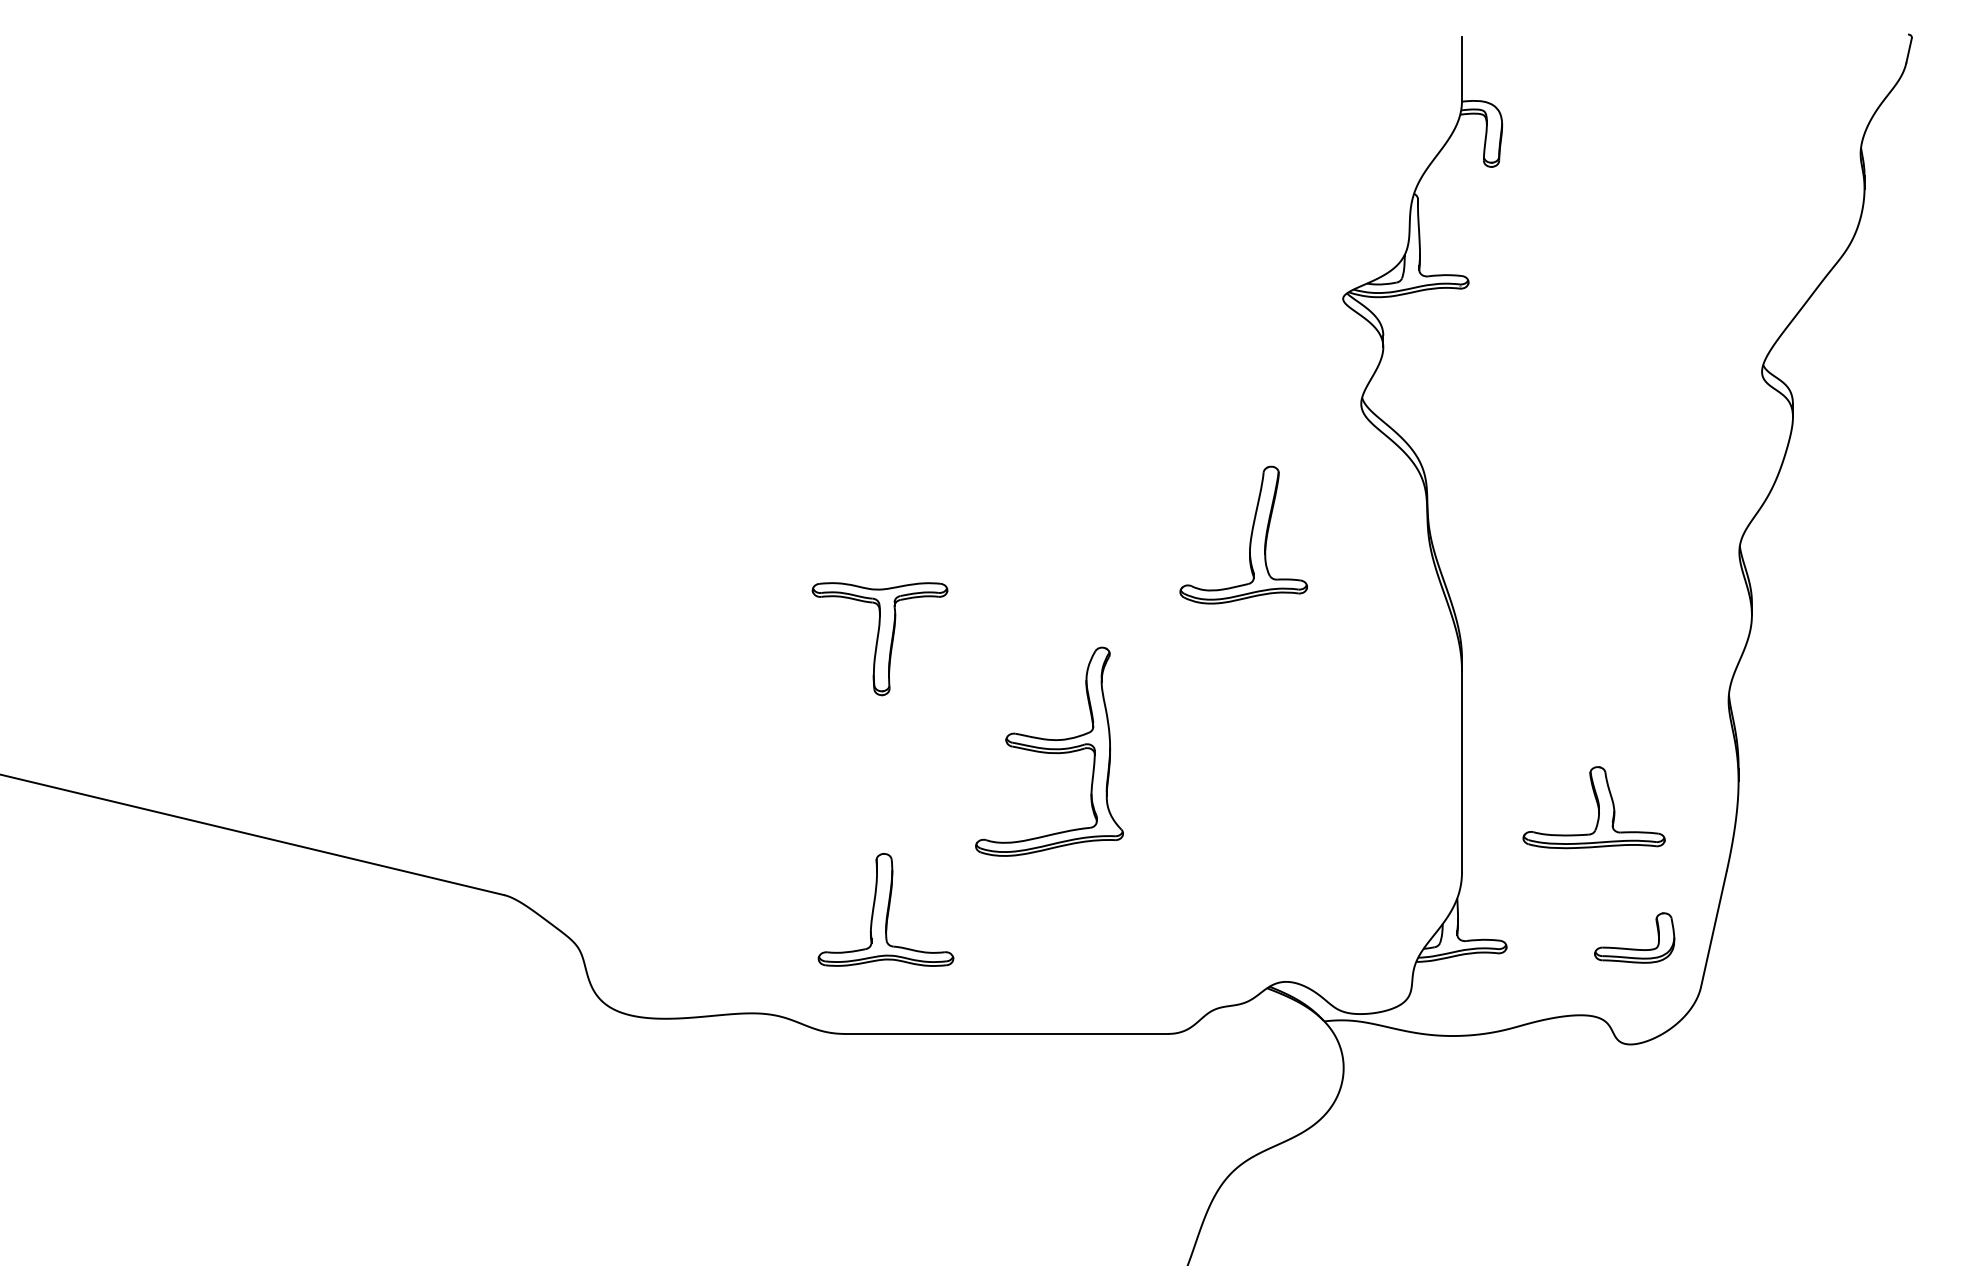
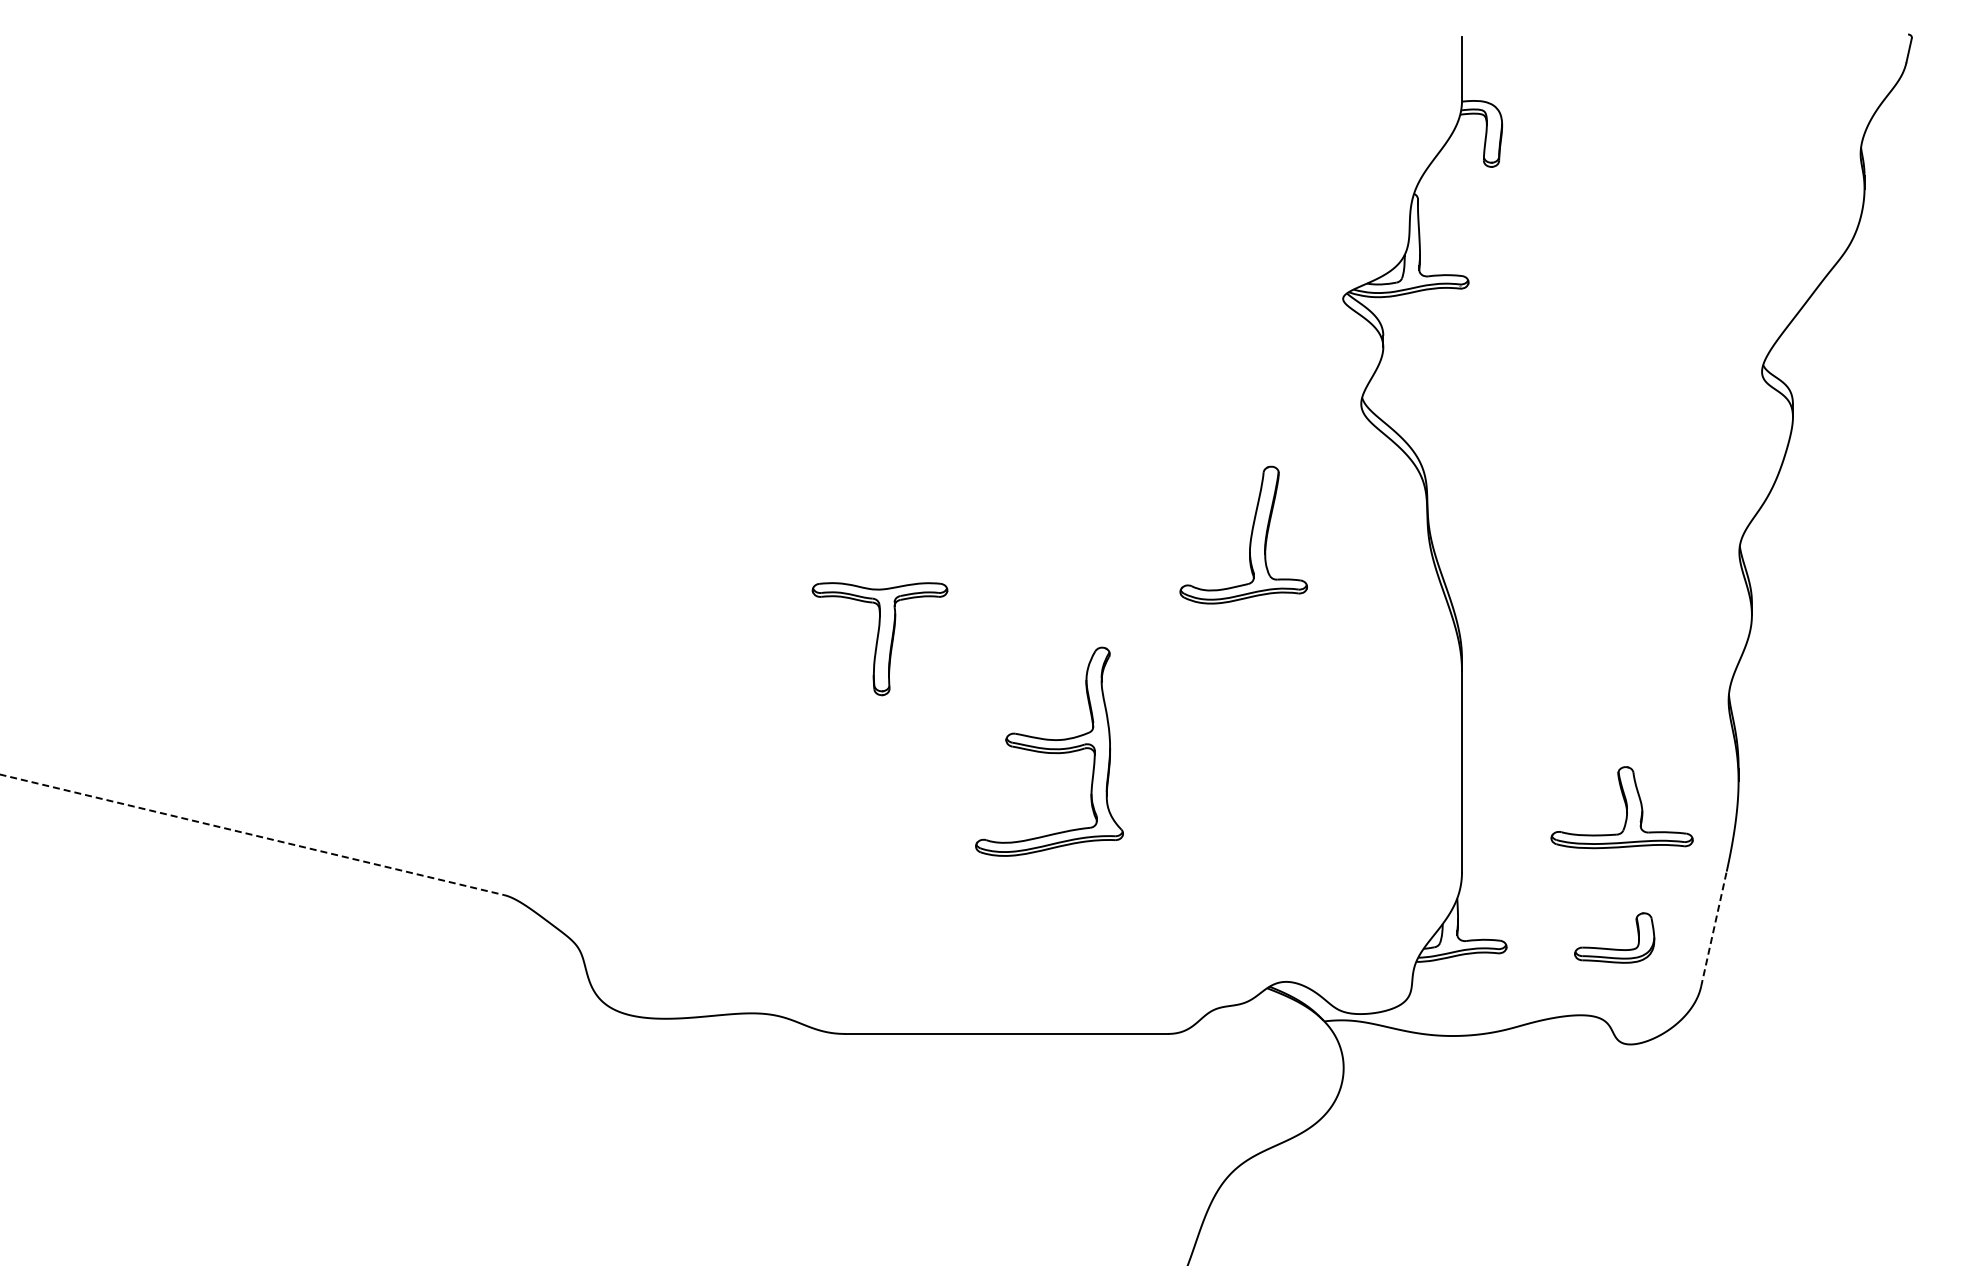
part at (1593, 807) position: (1593, 807) -> (1621, 807)
line at (252, 834): solid -> dashed
part at (885, 909): present -> none
line at (1714, 928): solid -> dashed
part at (1634, 948) position: (1634, 948) -> (1614, 948)
